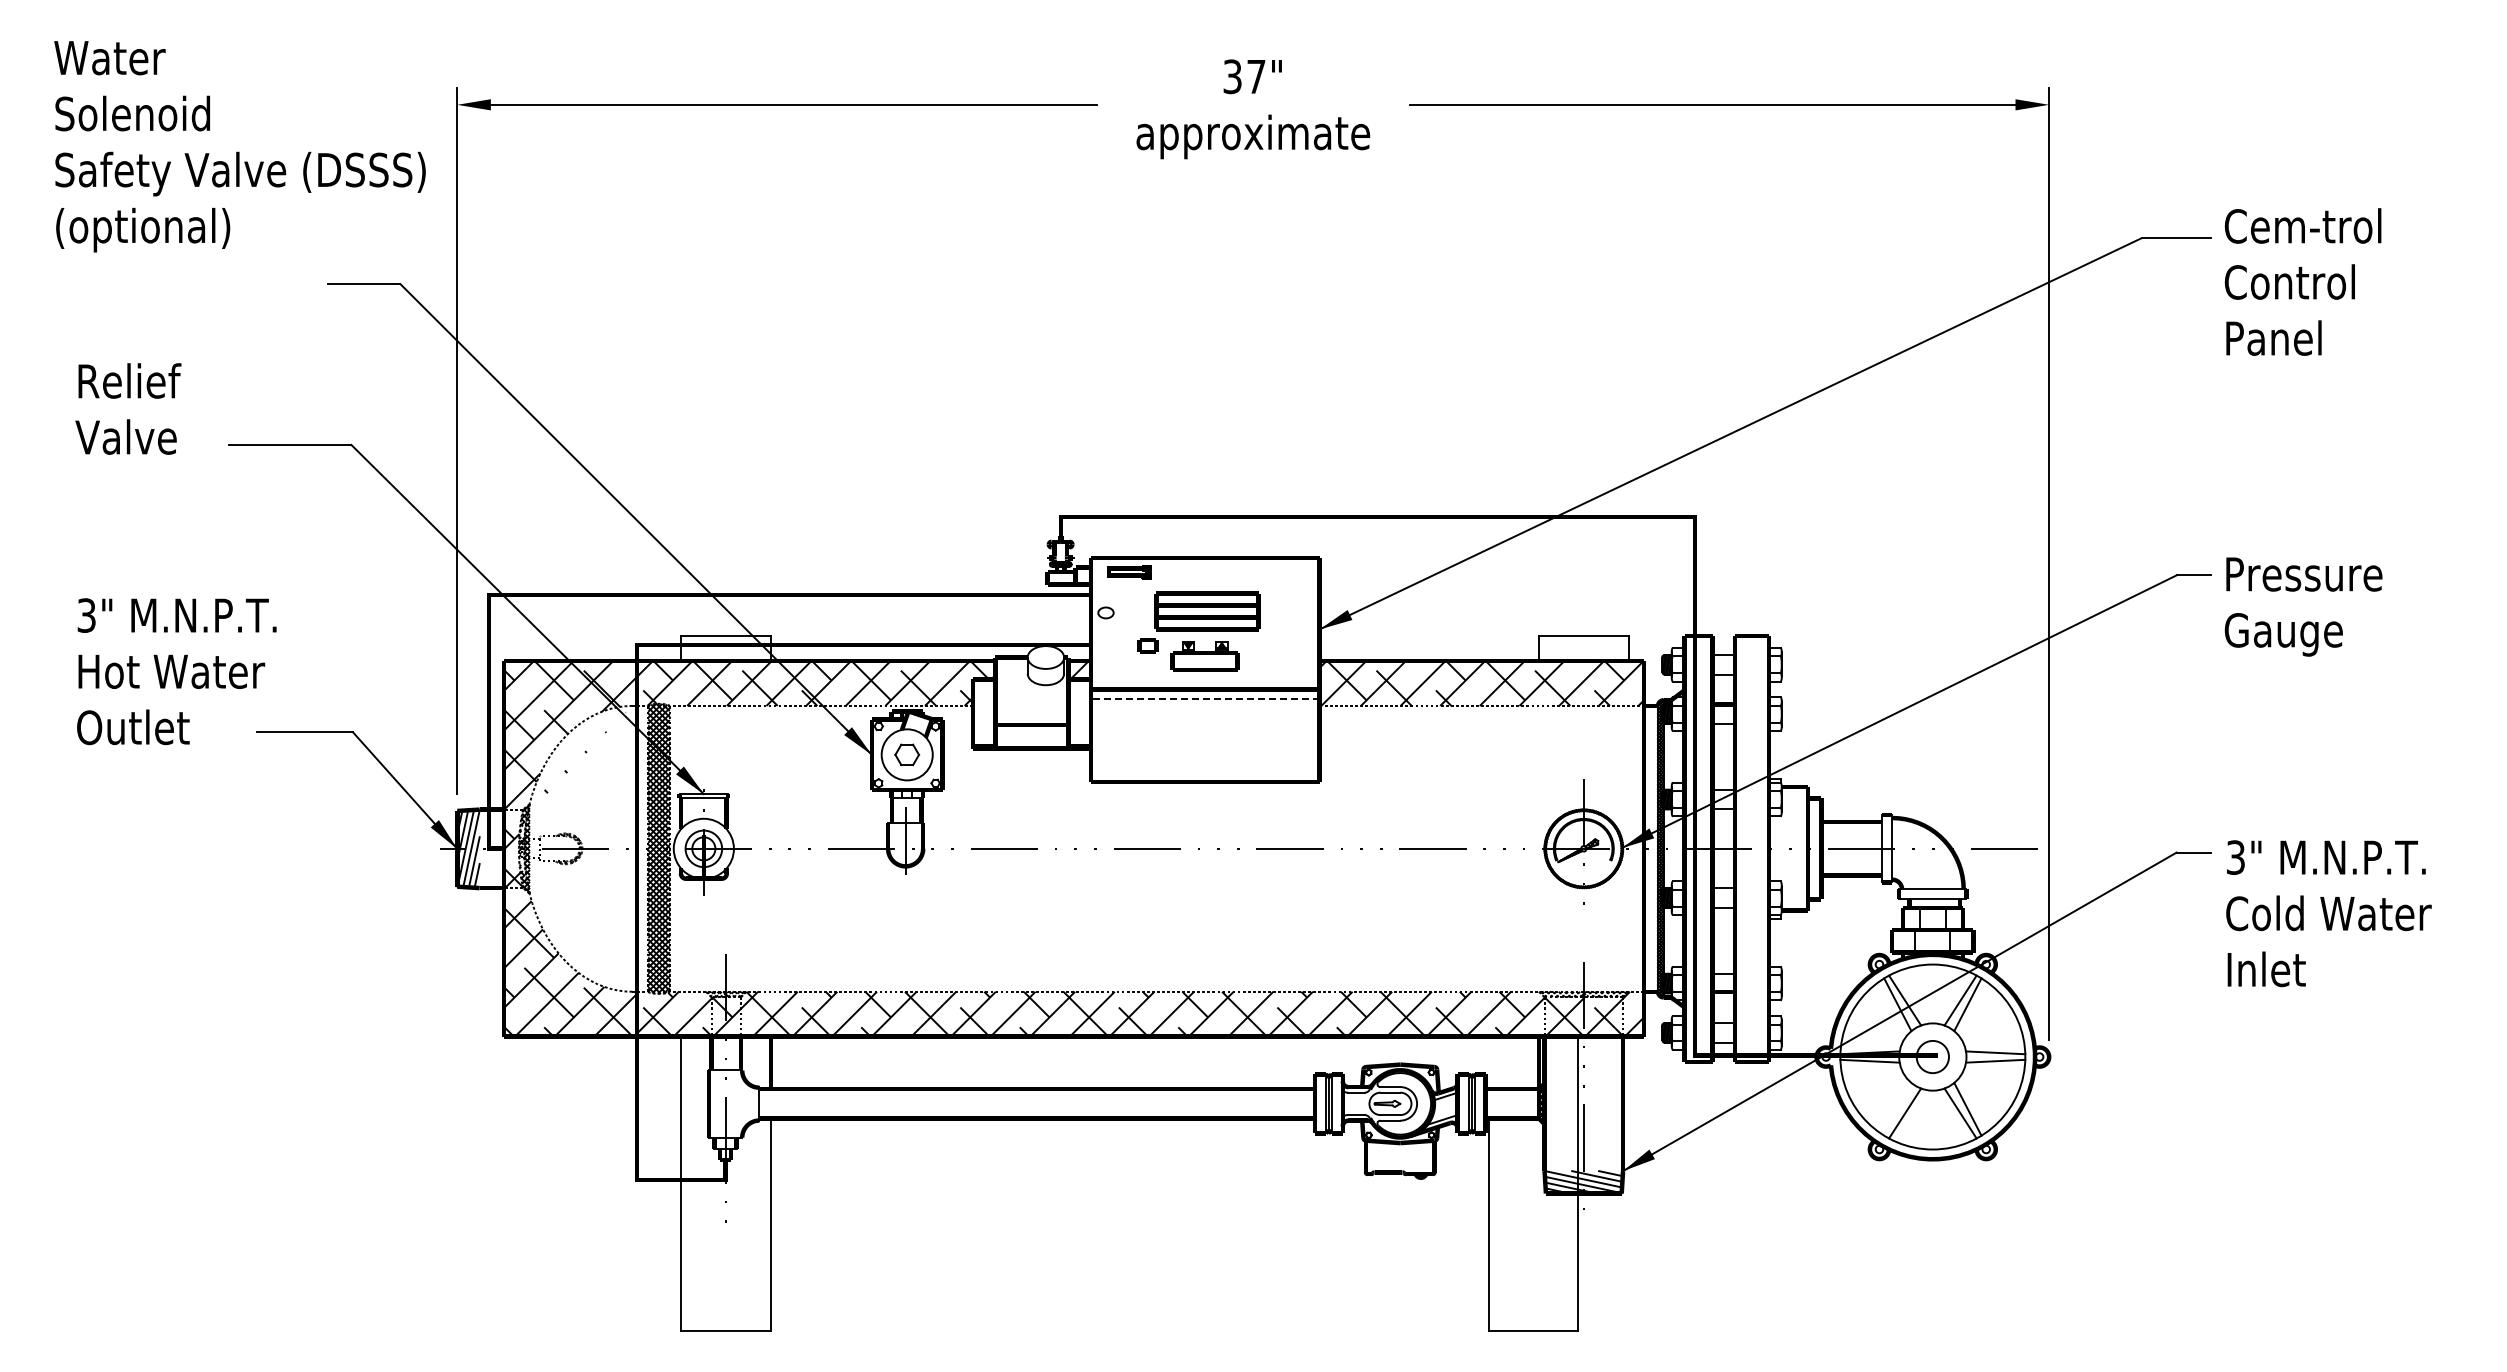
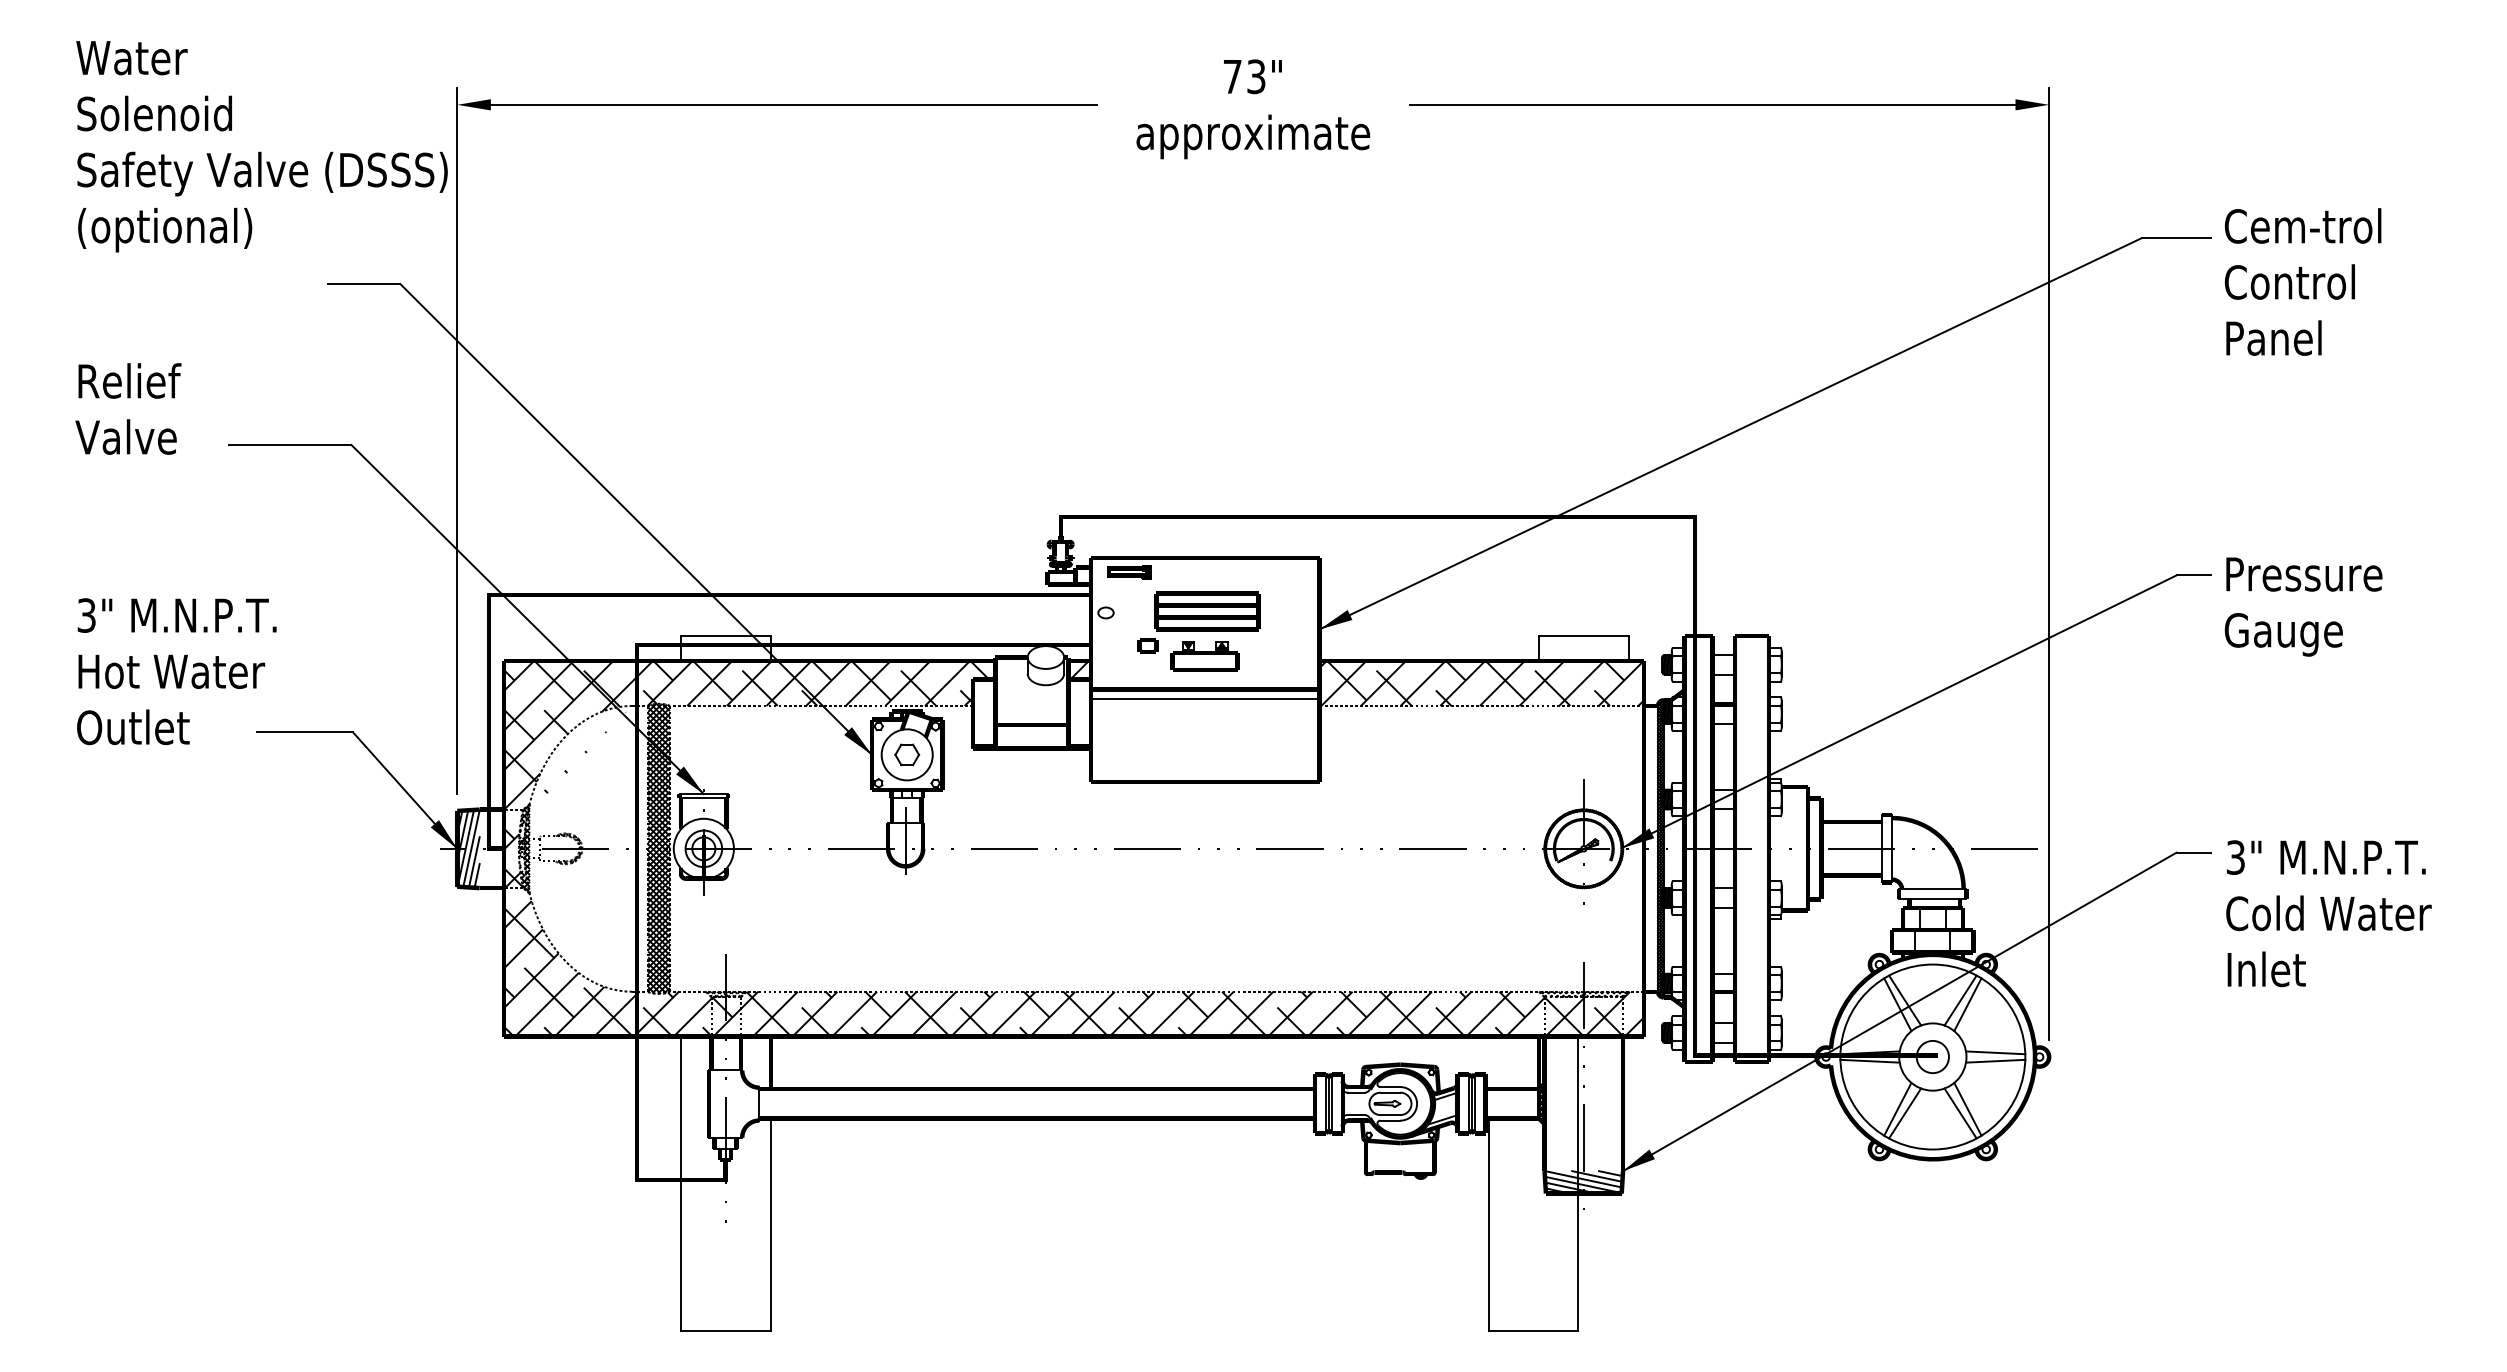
text at (1244, 76): 37" -> 73"
text at (239, 146) position: (239, 146) -> (261, 146)
line at (1204, 699): dashed -> solid
line at (1897, 1108): none -> present
